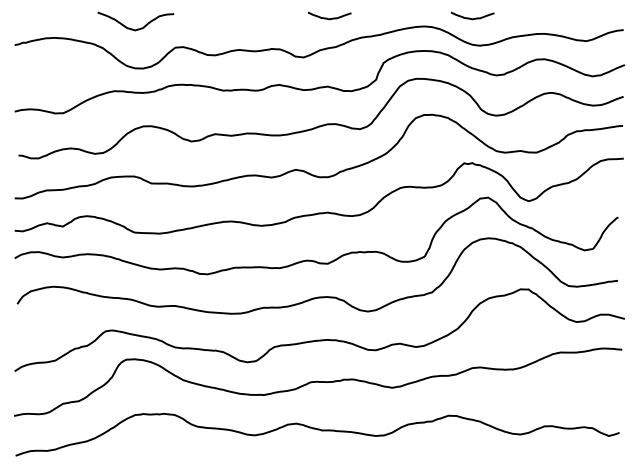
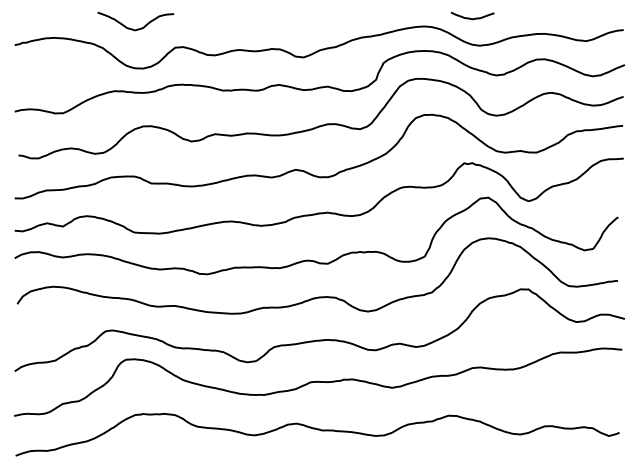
curve at (329, 18): present -> none
